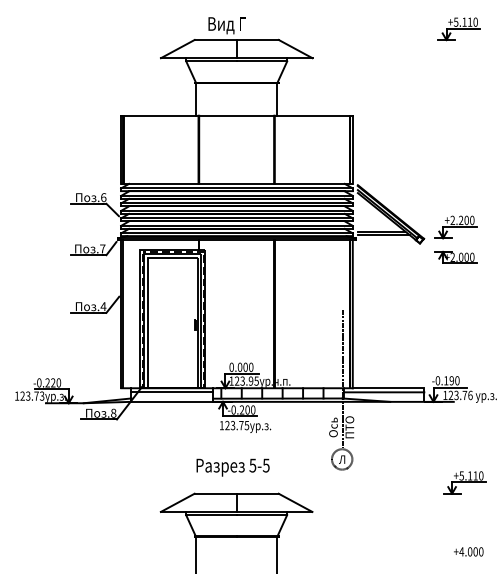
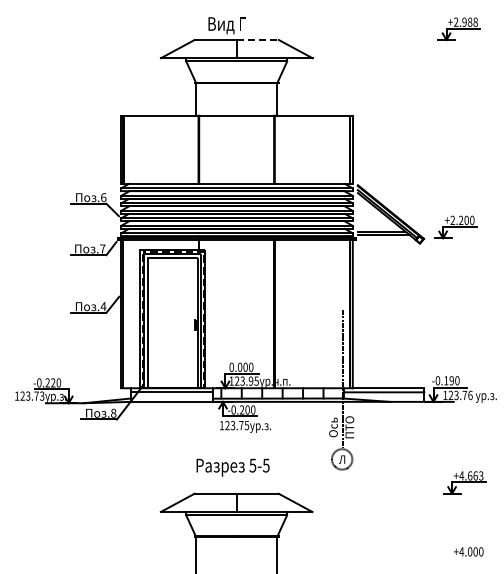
text at (465, 21): +5.110 -> +2.988
line at (258, 39): solid -> dashed
part at (455, 256): present -> none
text at (471, 475): +5.110 -> +4.663
